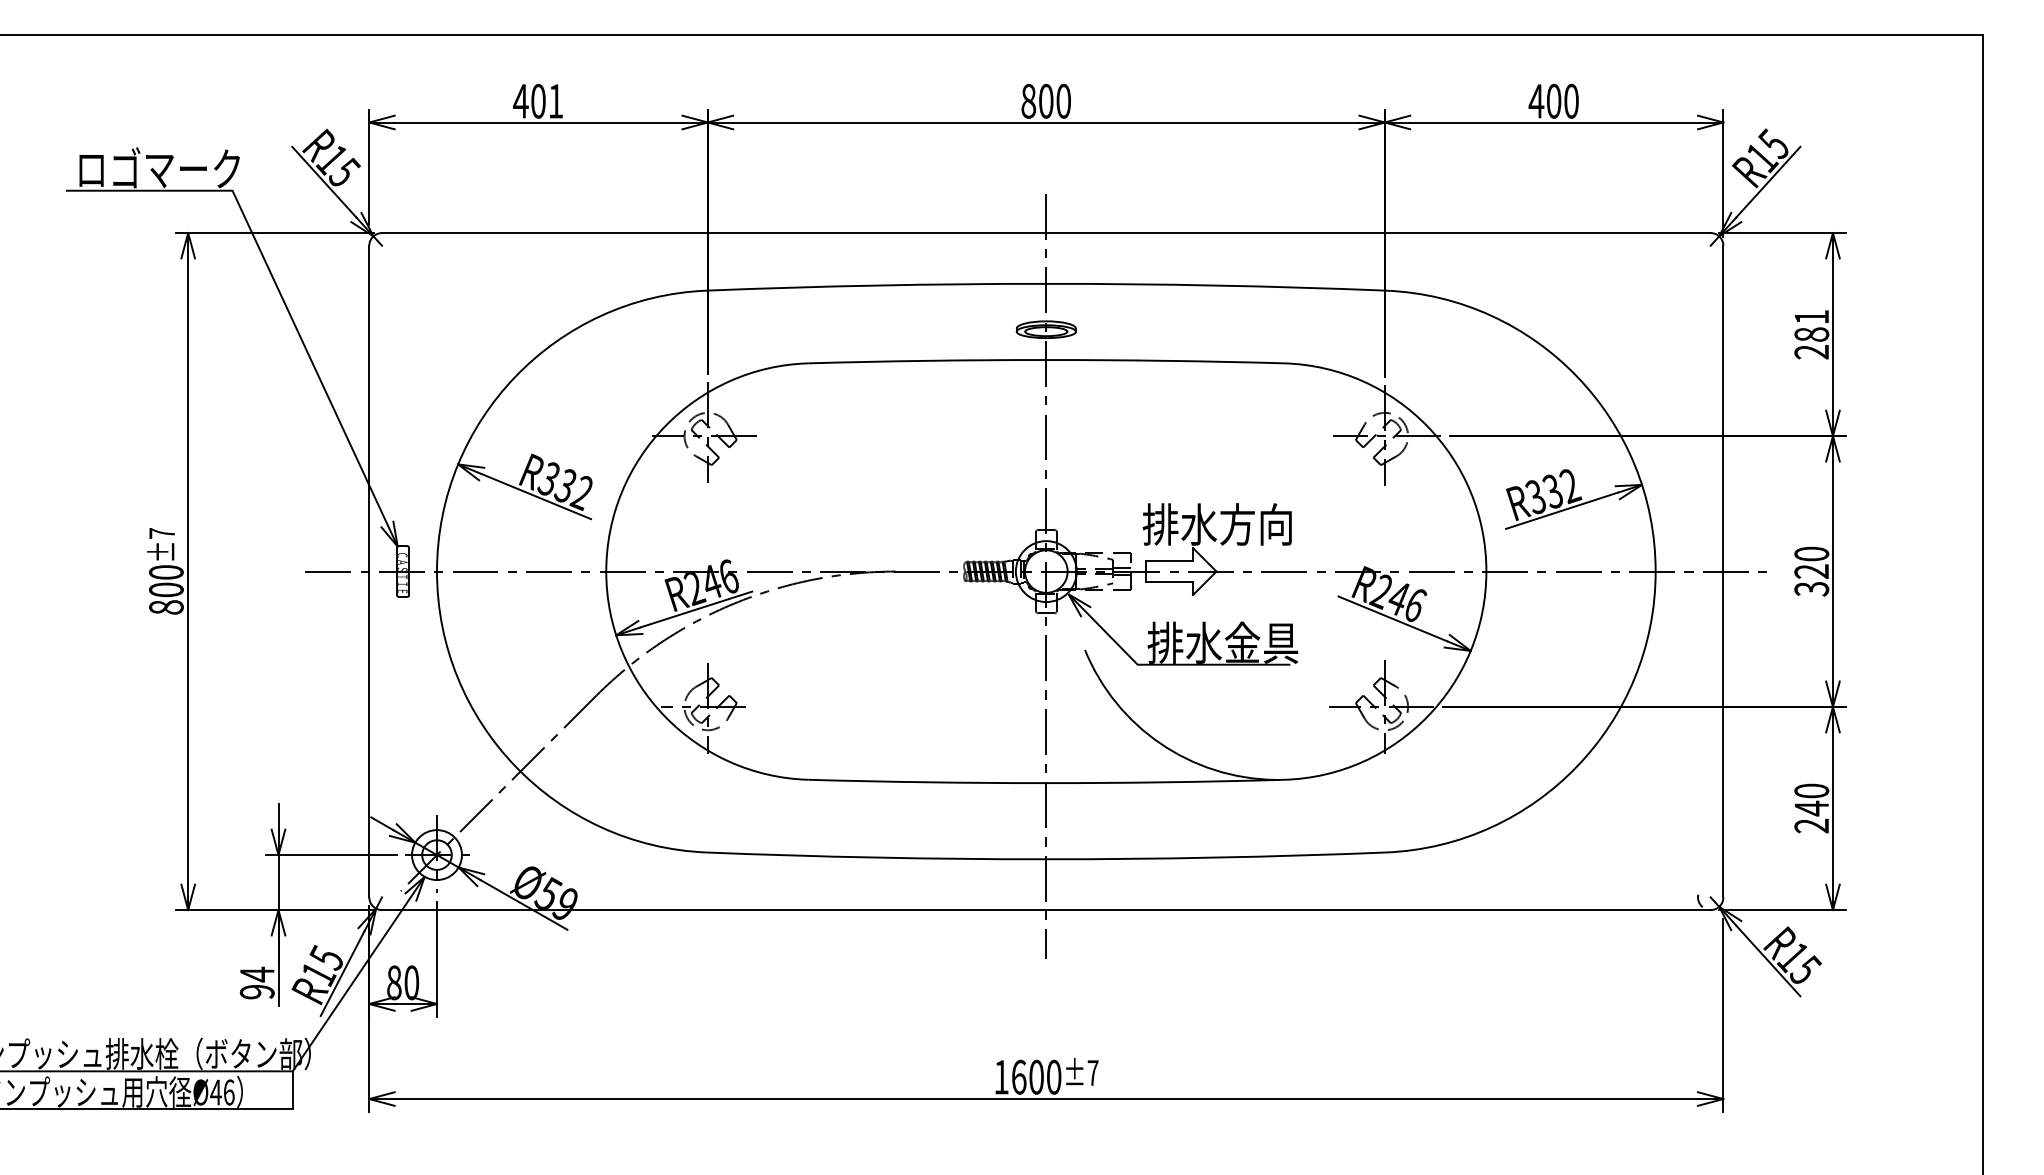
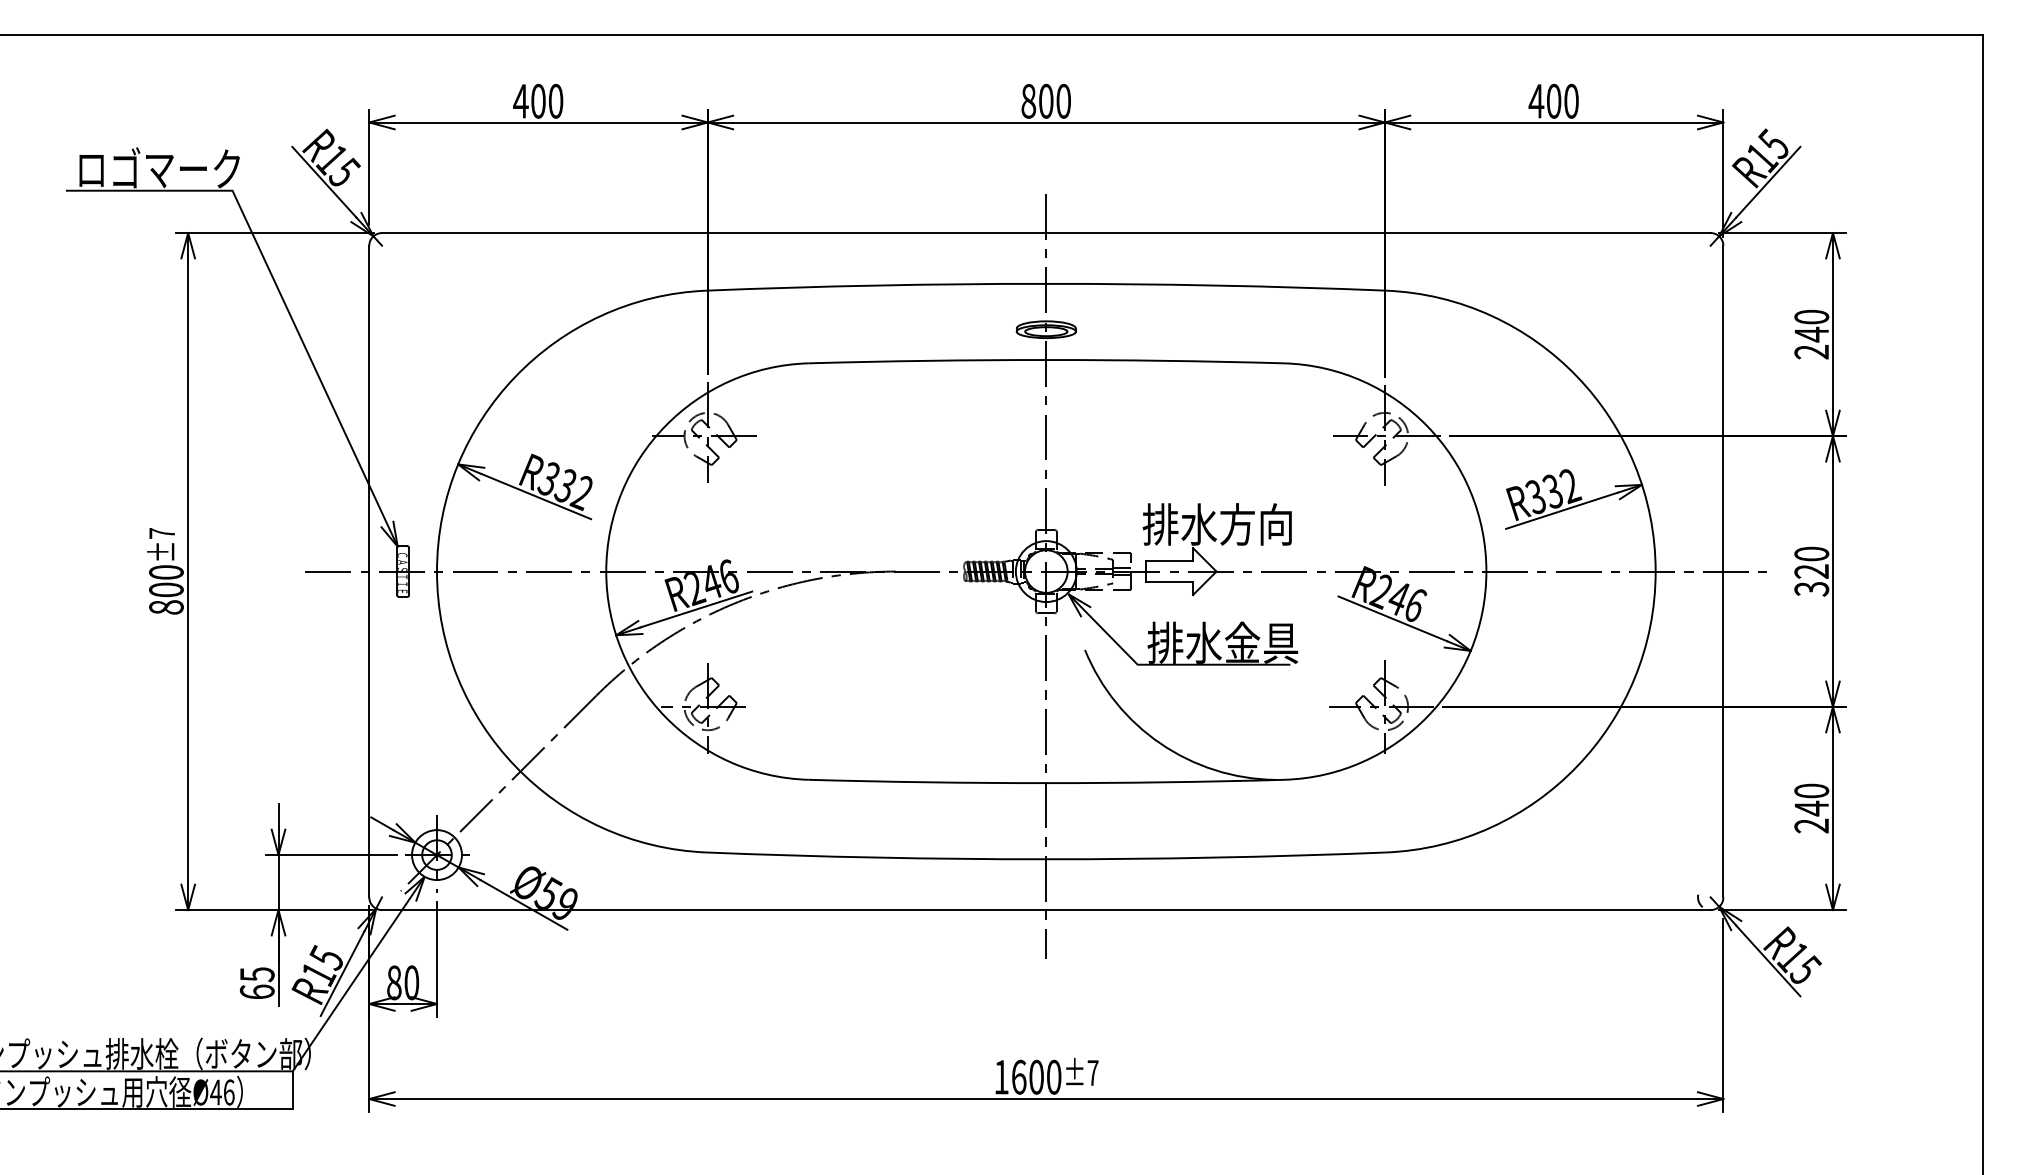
text at (556, 100): 401 -> 400
text at (1811, 325): 281 -> 240
text at (256, 982): 94 -> 65
